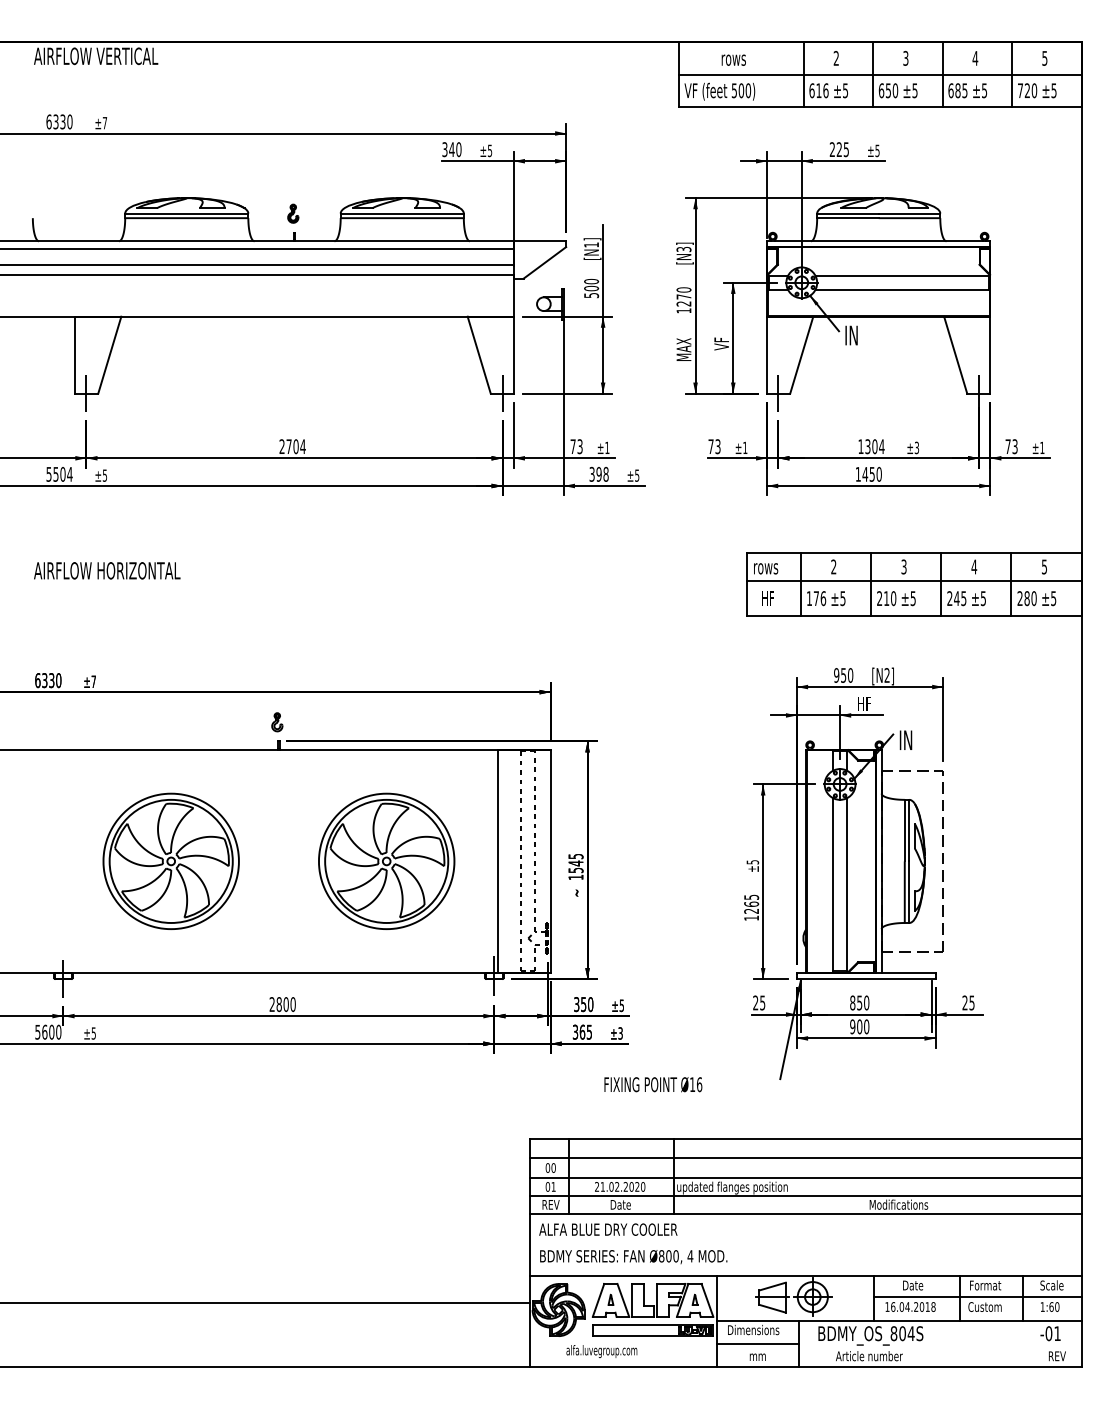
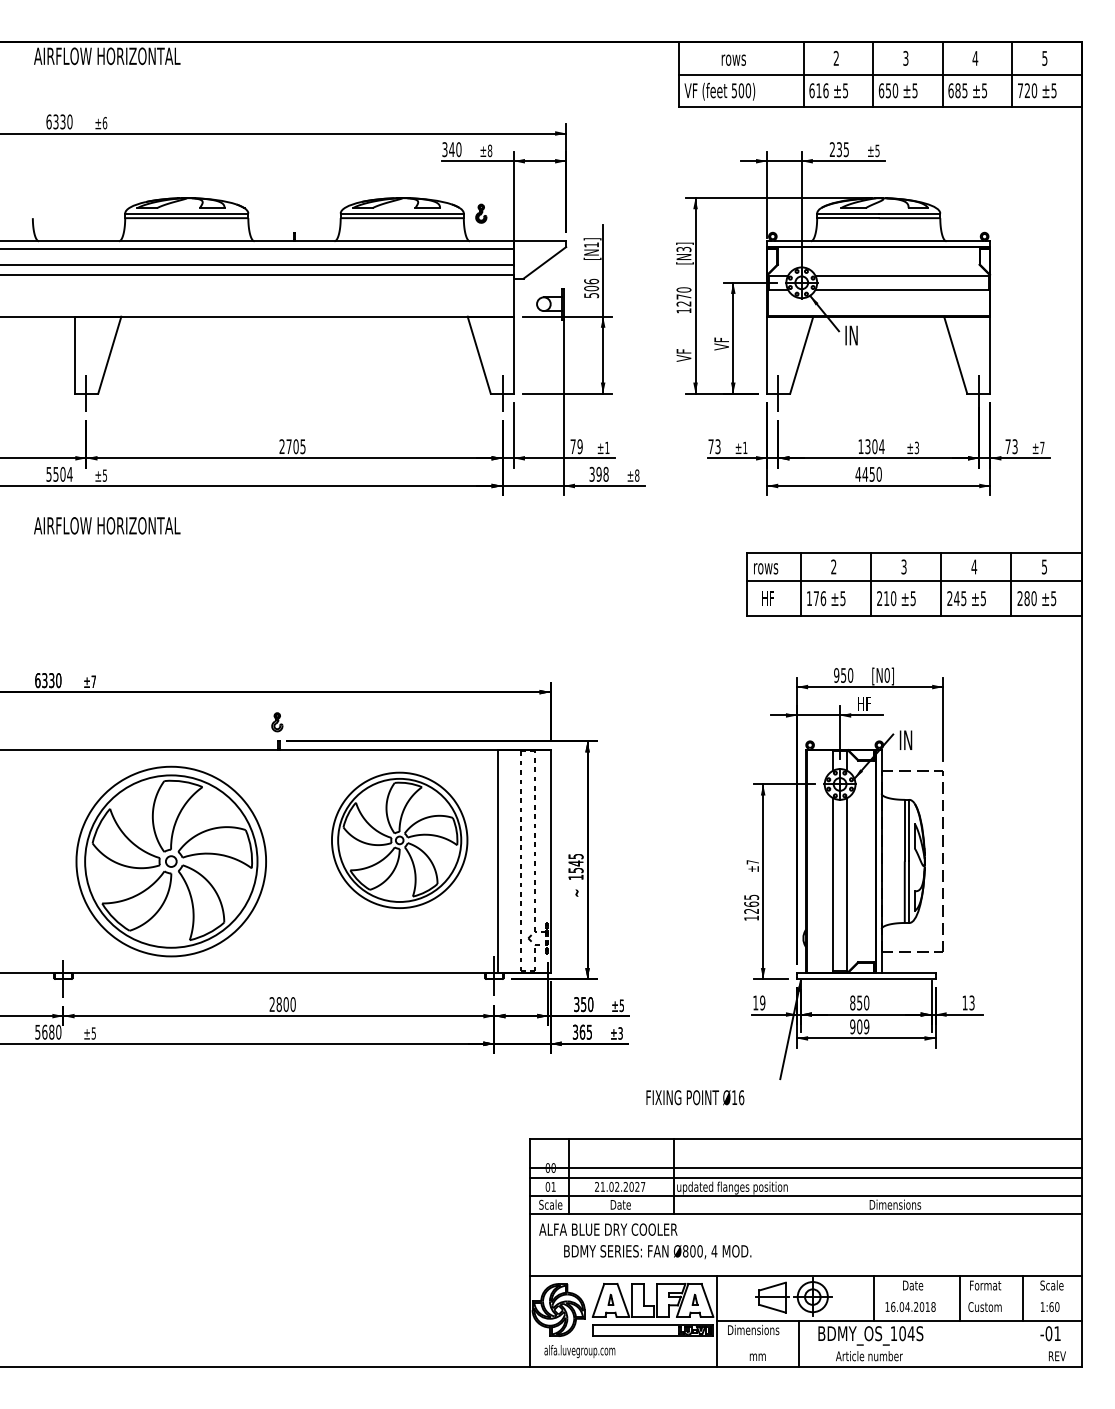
text at (138, 56): AIRFLOW VERTICAL -> AIRFLOW HORIZONTAL
text at (104, 122): ±7 -> ±6
text at (838, 149): 225 -> 235
text at (489, 150): ±5 -> ±8
part at (293, 213) position: (293, 213) -> (481, 213)
text at (591, 281): 500 -> 506
text at (683, 349): MAX -> VF
text at (302, 446): 2704 -> 2705
text at (579, 446): 73 -> 79
text at (1042, 447): ±1 -> ±7
text at (858, 474): 1450 -> 4450
text at (637, 475): ±5 -> ±8
text at (107, 570) position: (107, 570) -> (107, 525)
text at (886, 675): [N2] -> [N0]
part at (170, 860) size: 138x138 px -> 192x193 px
part at (386, 860) position: (386, 860) -> (399, 839)
text at (752, 862): ±5 -> ±7
text at (759, 1002): 25 -> 19
text at (968, 1002): 25 -> 13
text at (866, 1026): 900 -> 909
text at (51, 1032): 5600 -> 5680
text at (653, 1084) position: (653, 1084) -> (695, 1097)
line at (805, 1158) position: (805, 1158) -> (805, 1168)
text at (643, 1186): 21.02.2020 -> 21.02.2027
text at (550, 1204): REV -> Scale
text at (899, 1204): Modifications -> Dimensions
text at (633, 1257) position: (633, 1257) -> (657, 1252)
line at (977, 1297): present -> none
line at (266, 1303): present -> none
text at (893, 1333): BDMY_OS_804S -> BDMY_OS_104S
line at (757, 1344): present -> none
text at (601, 1351) position: (601, 1351) -> (579, 1351)
